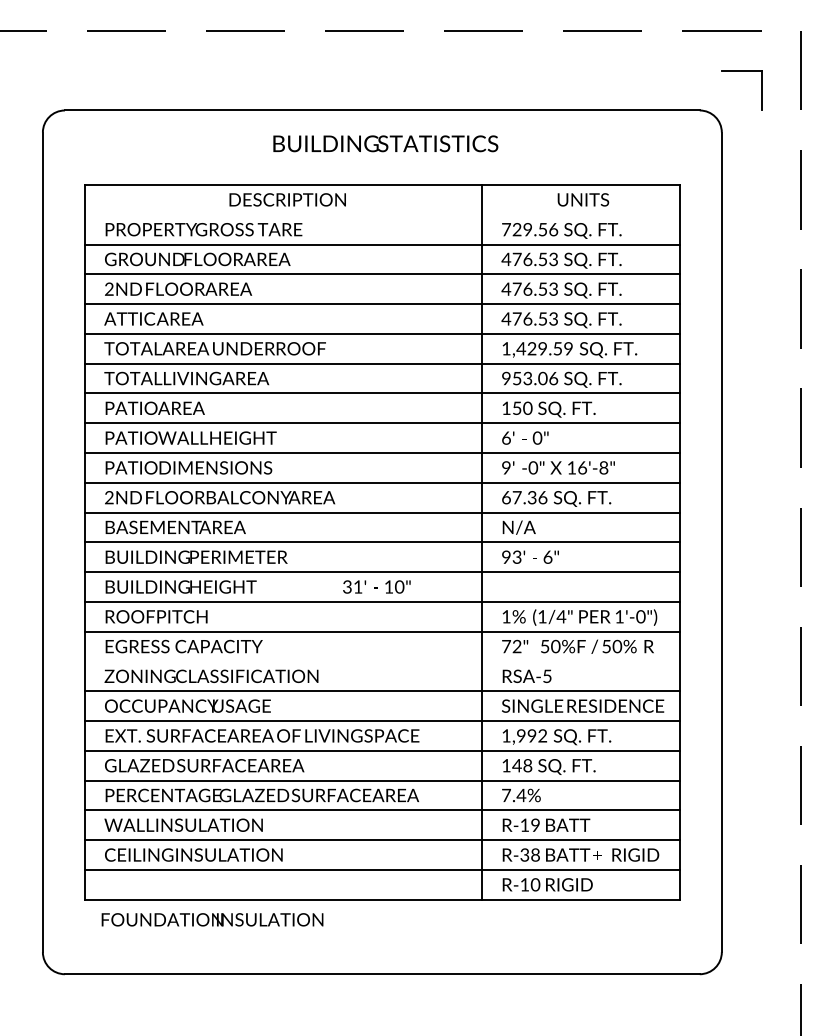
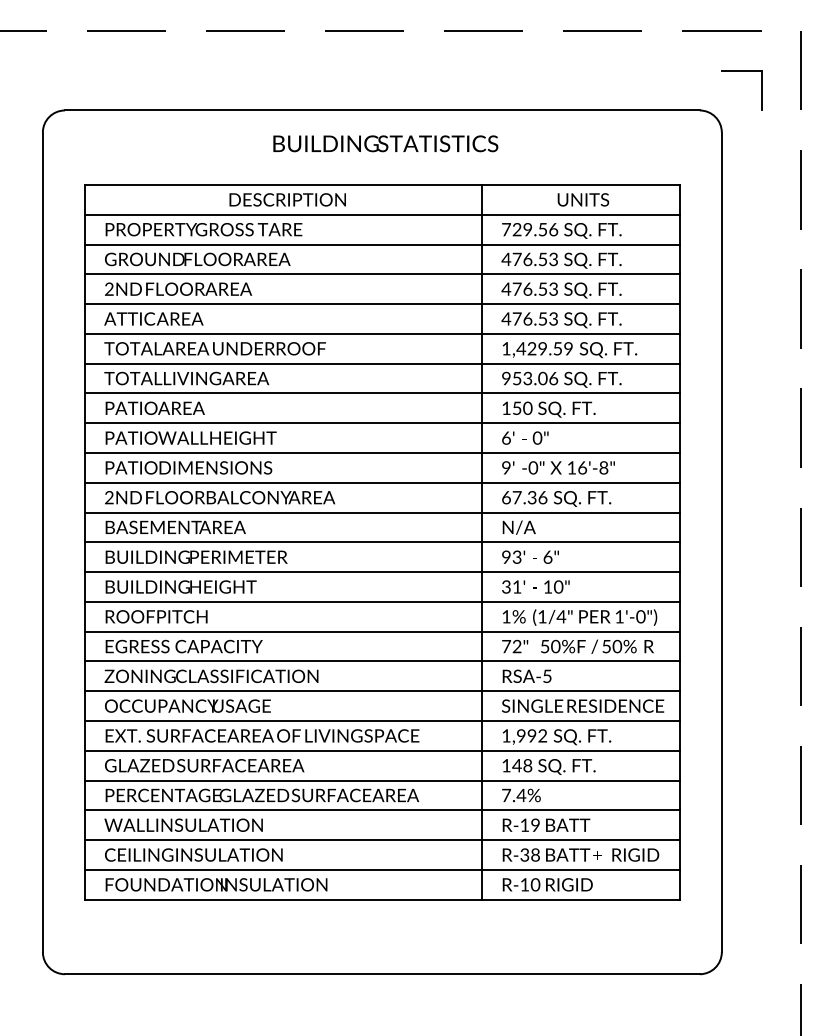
line at (382, 214): none -> present
text at (376, 586) position: (376, 586) -> (535, 586)
line at (382, 661): none -> present
text at (212, 919) position: (212, 919) -> (216, 884)
